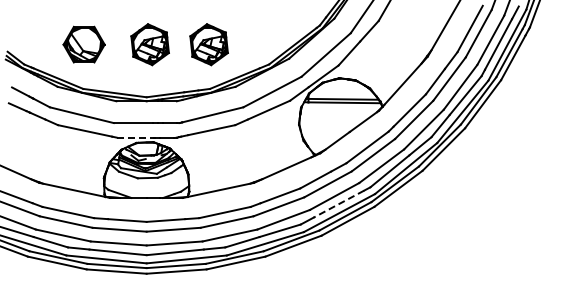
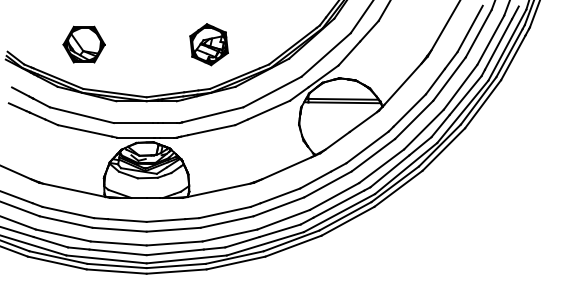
part at (149, 44): present -> none
line at (135, 137): dashed -> solid
line at (338, 204): dashed -> solid
